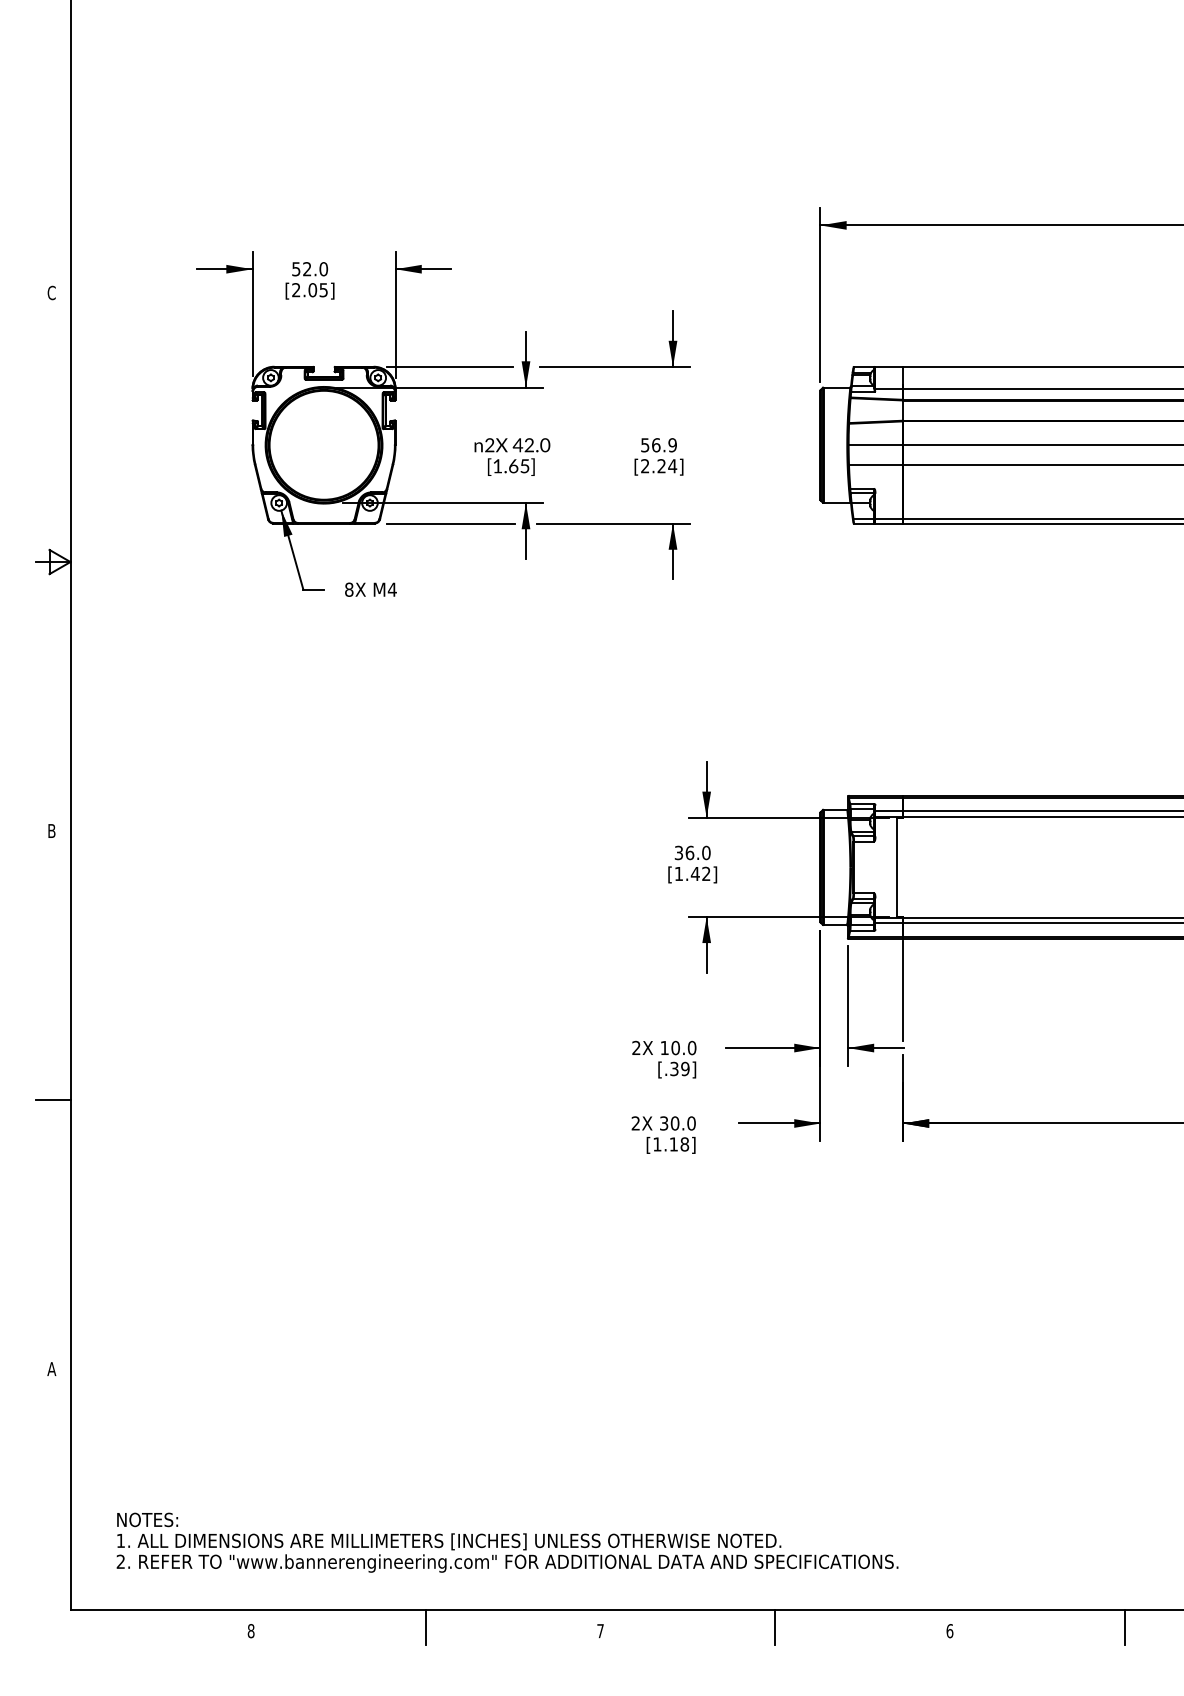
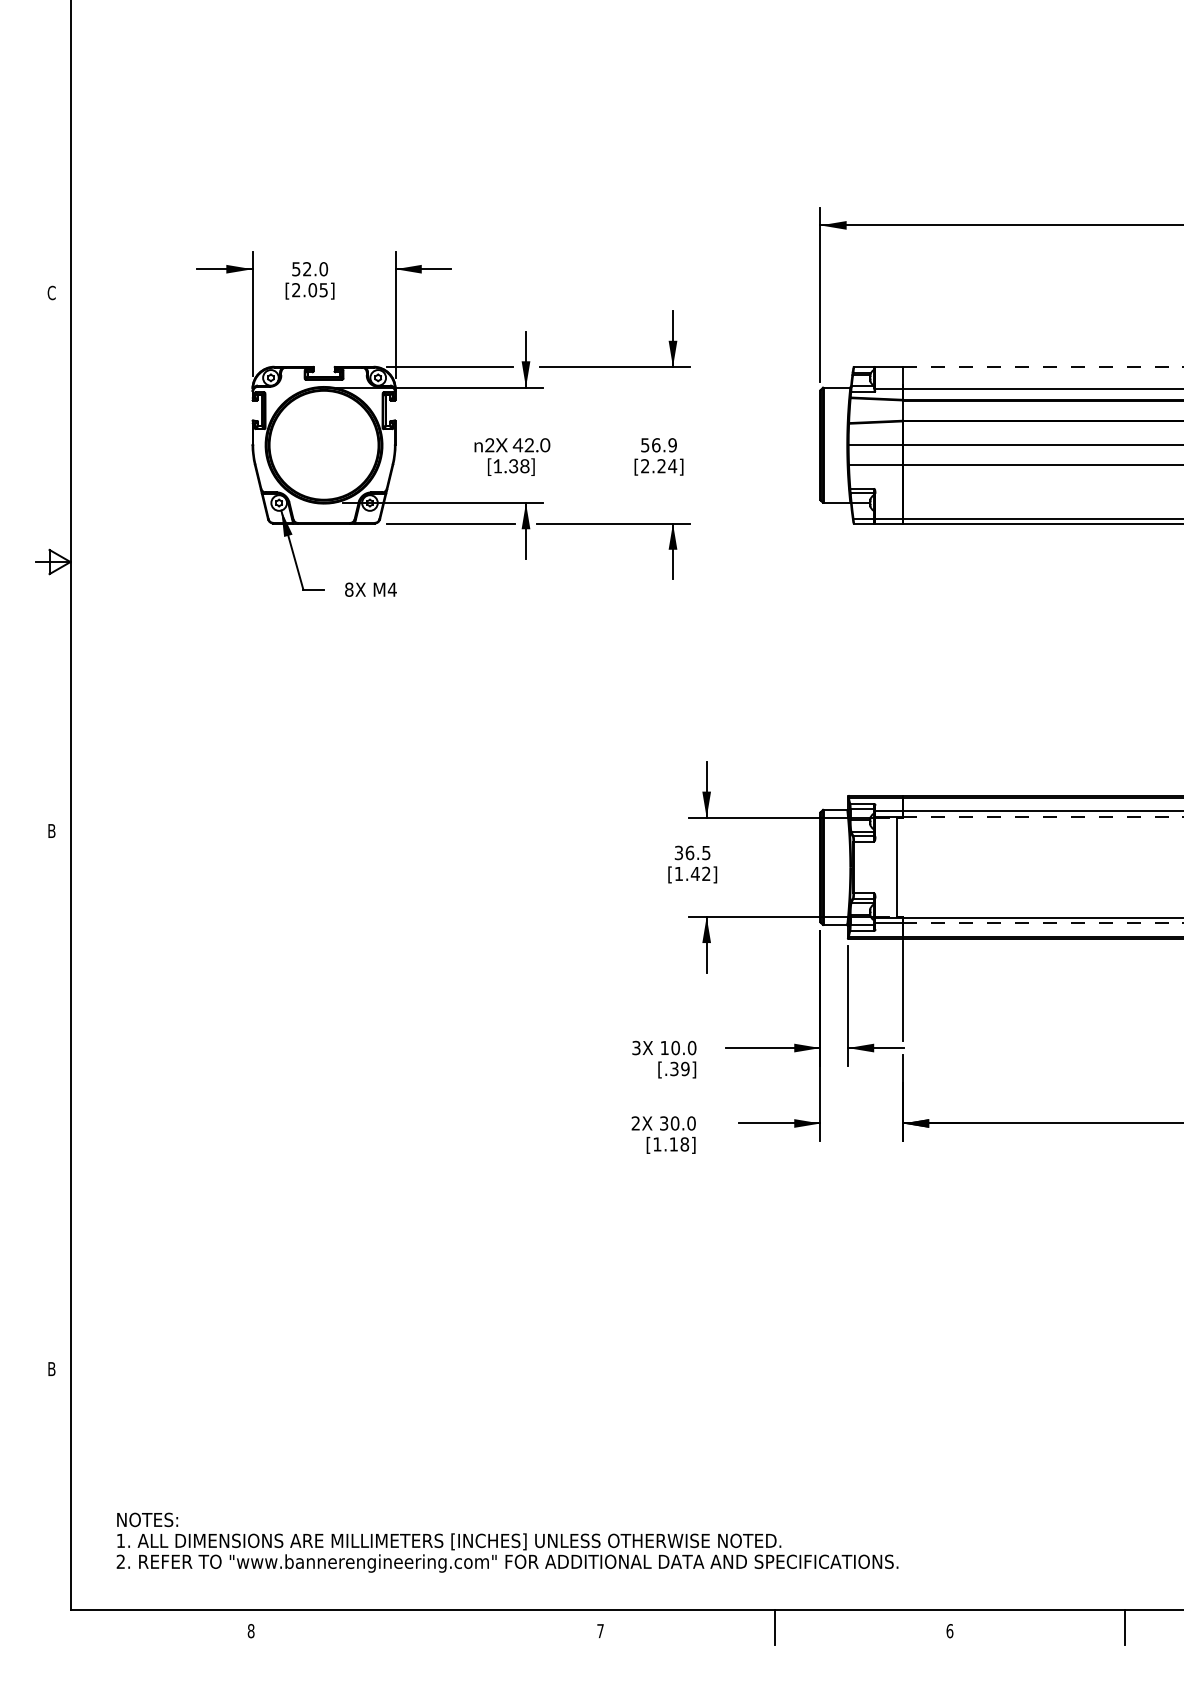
line at (1043, 366): solid -> dashed
text at (519, 466): [1.65] -> [1.38]
line at (1043, 816): solid -> dashed
text at (706, 852): 36.0 -> 36.5
line at (1043, 923): solid -> dashed
text at (636, 1048): 2X -> 3X
line at (52, 1100): present -> none
text at (51, 1369): A -> B
line at (425, 1627): present -> none
